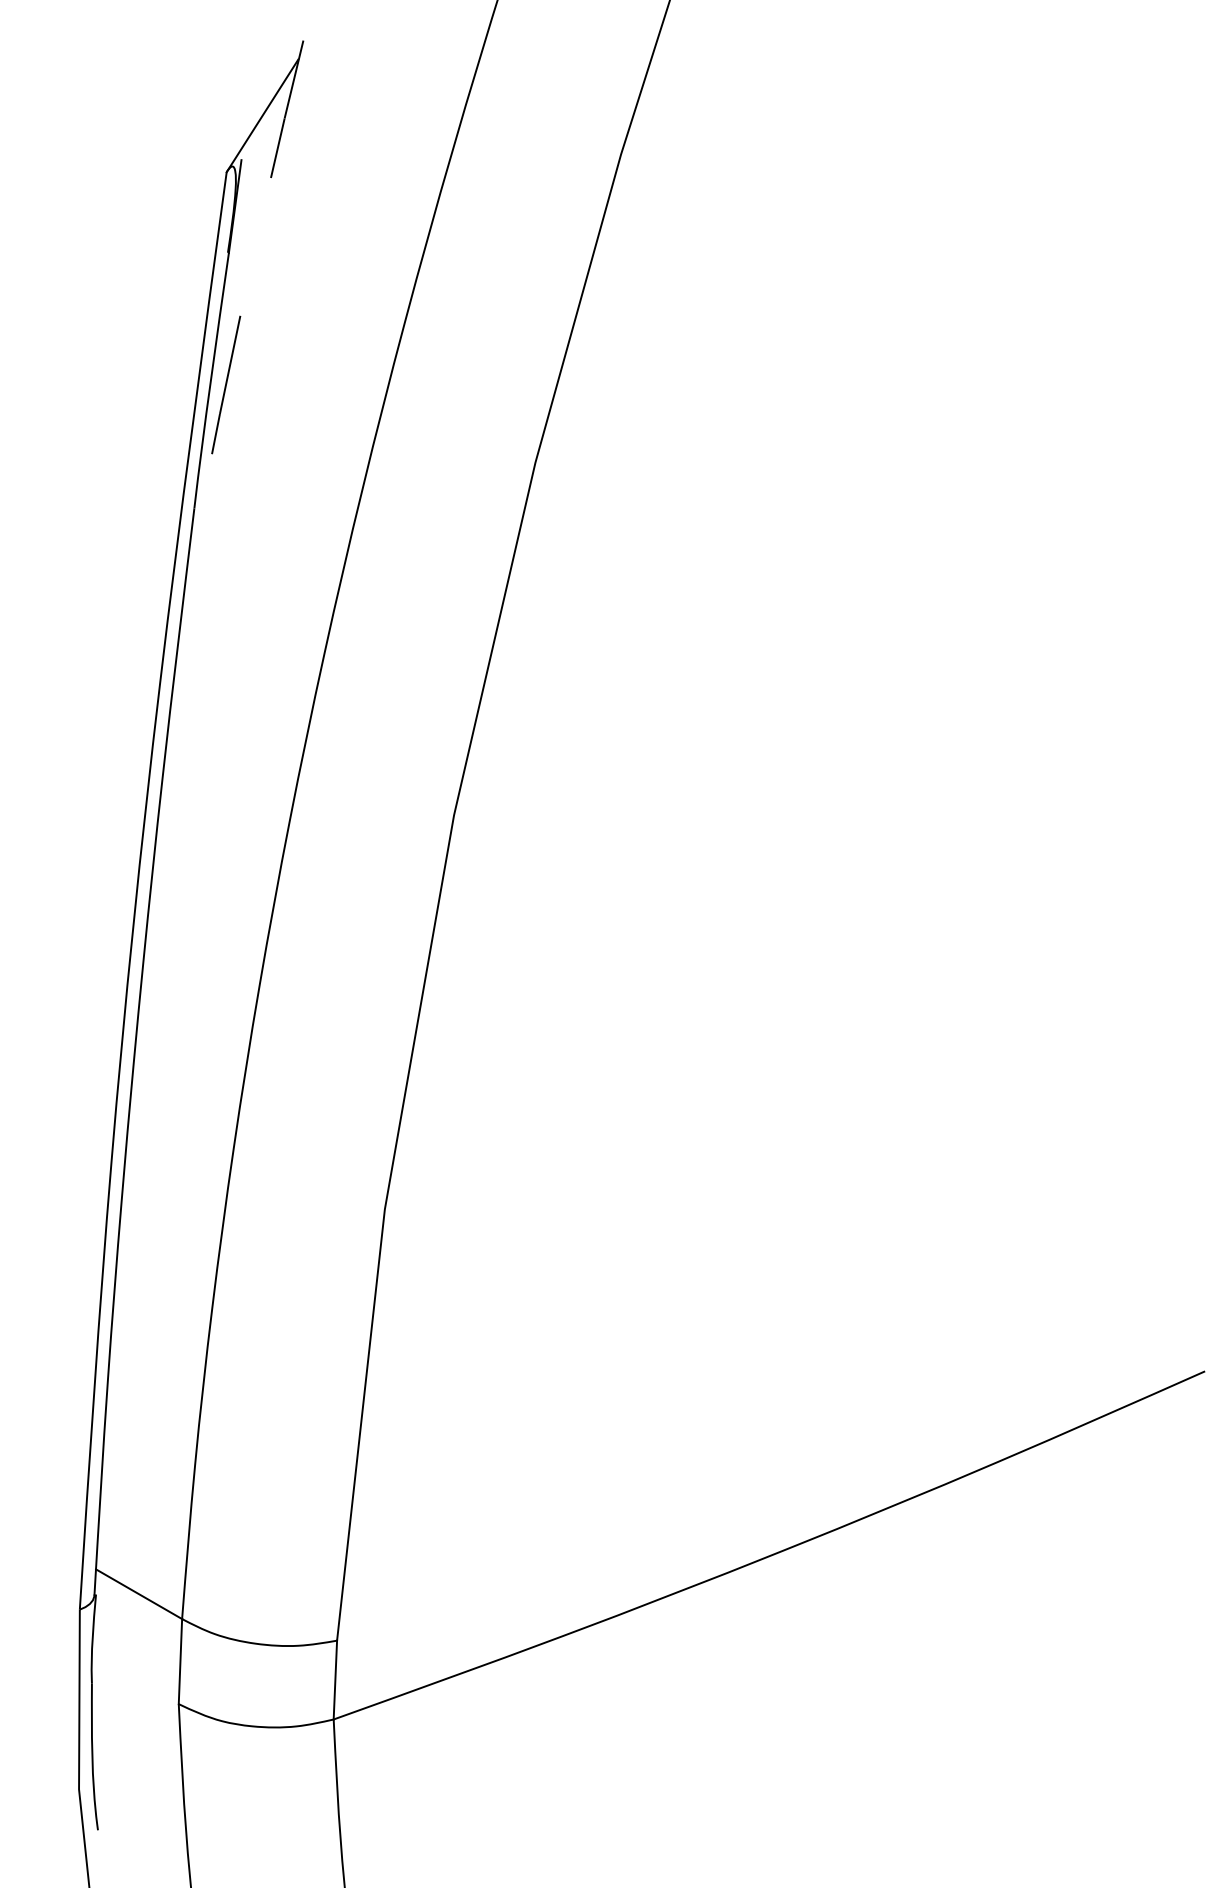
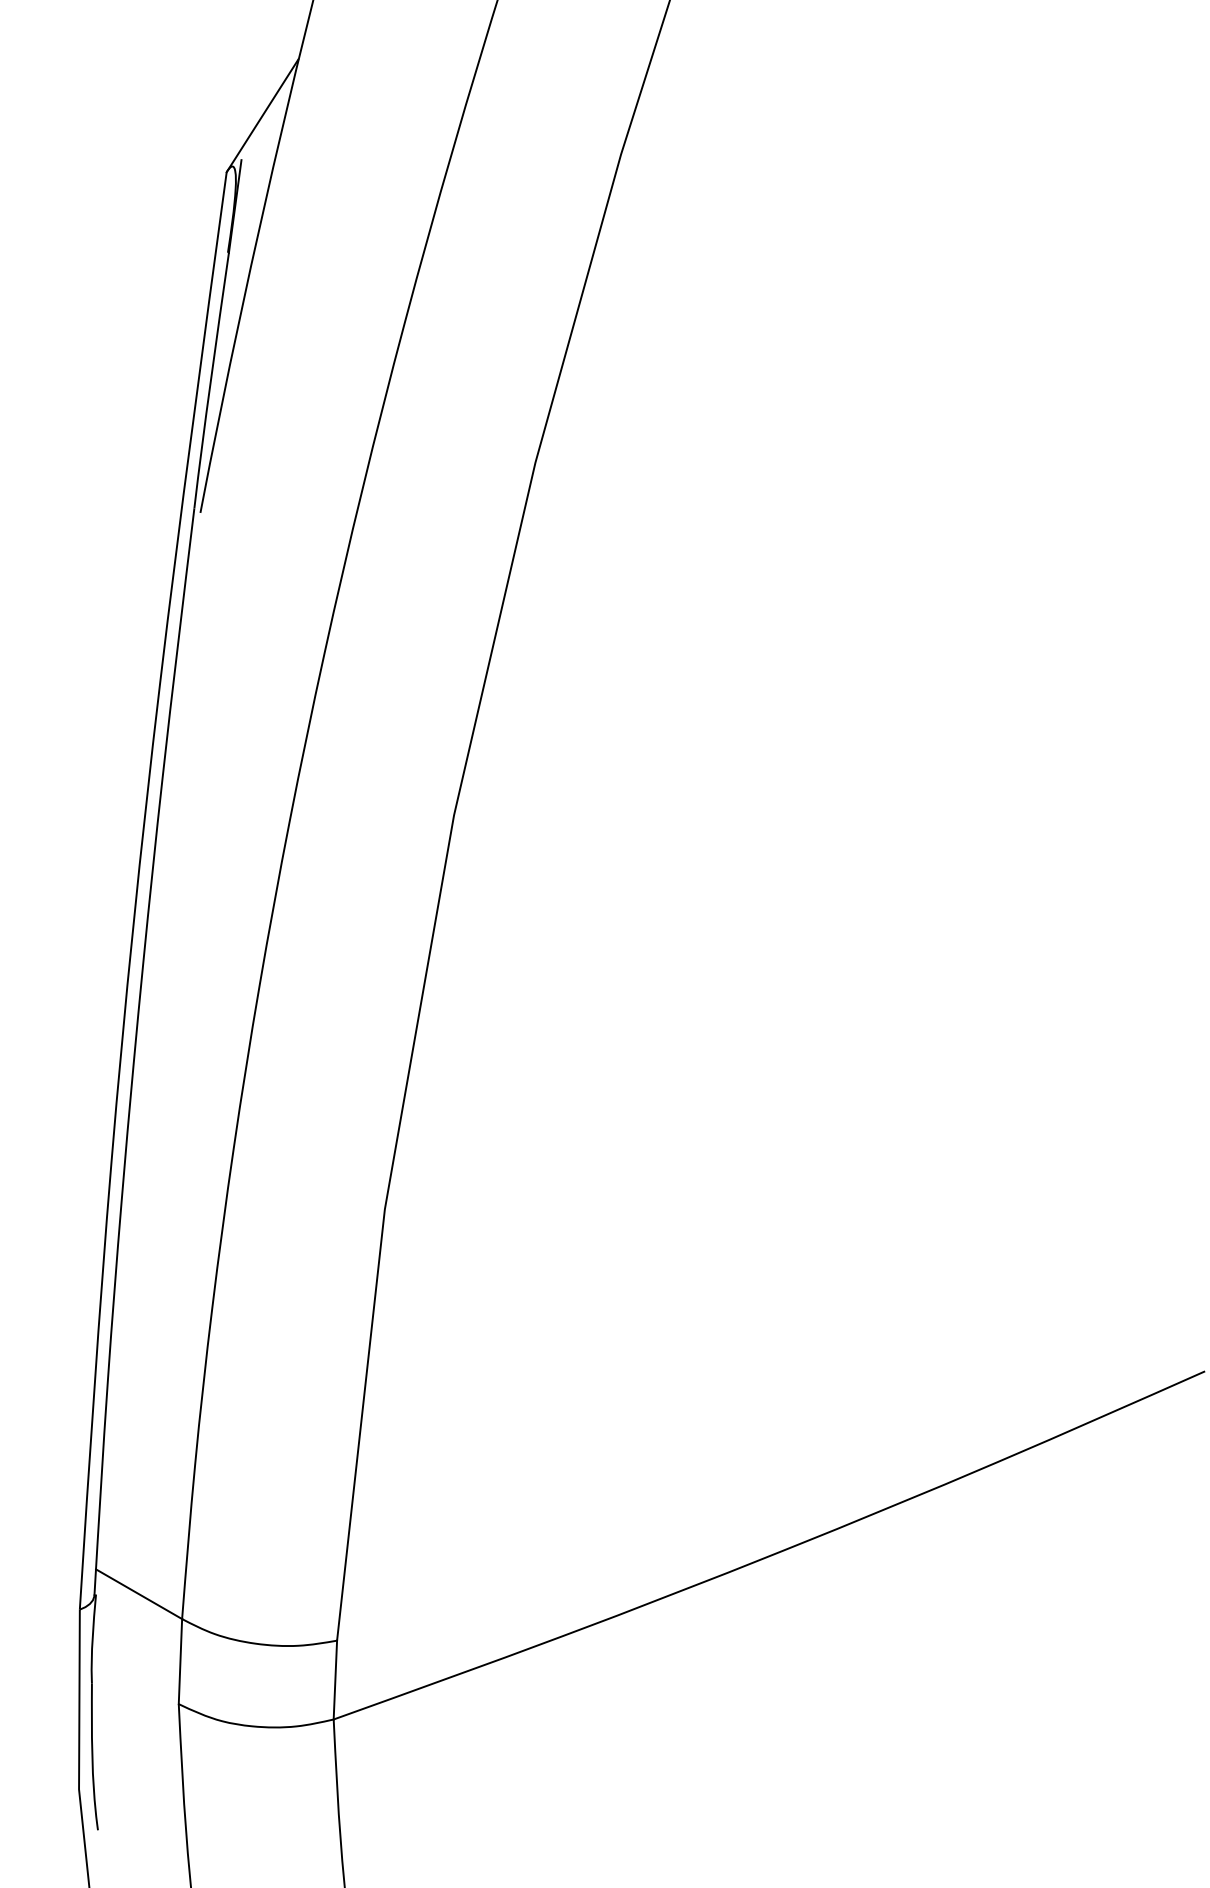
arc at (253, 255): dashed -> solid
